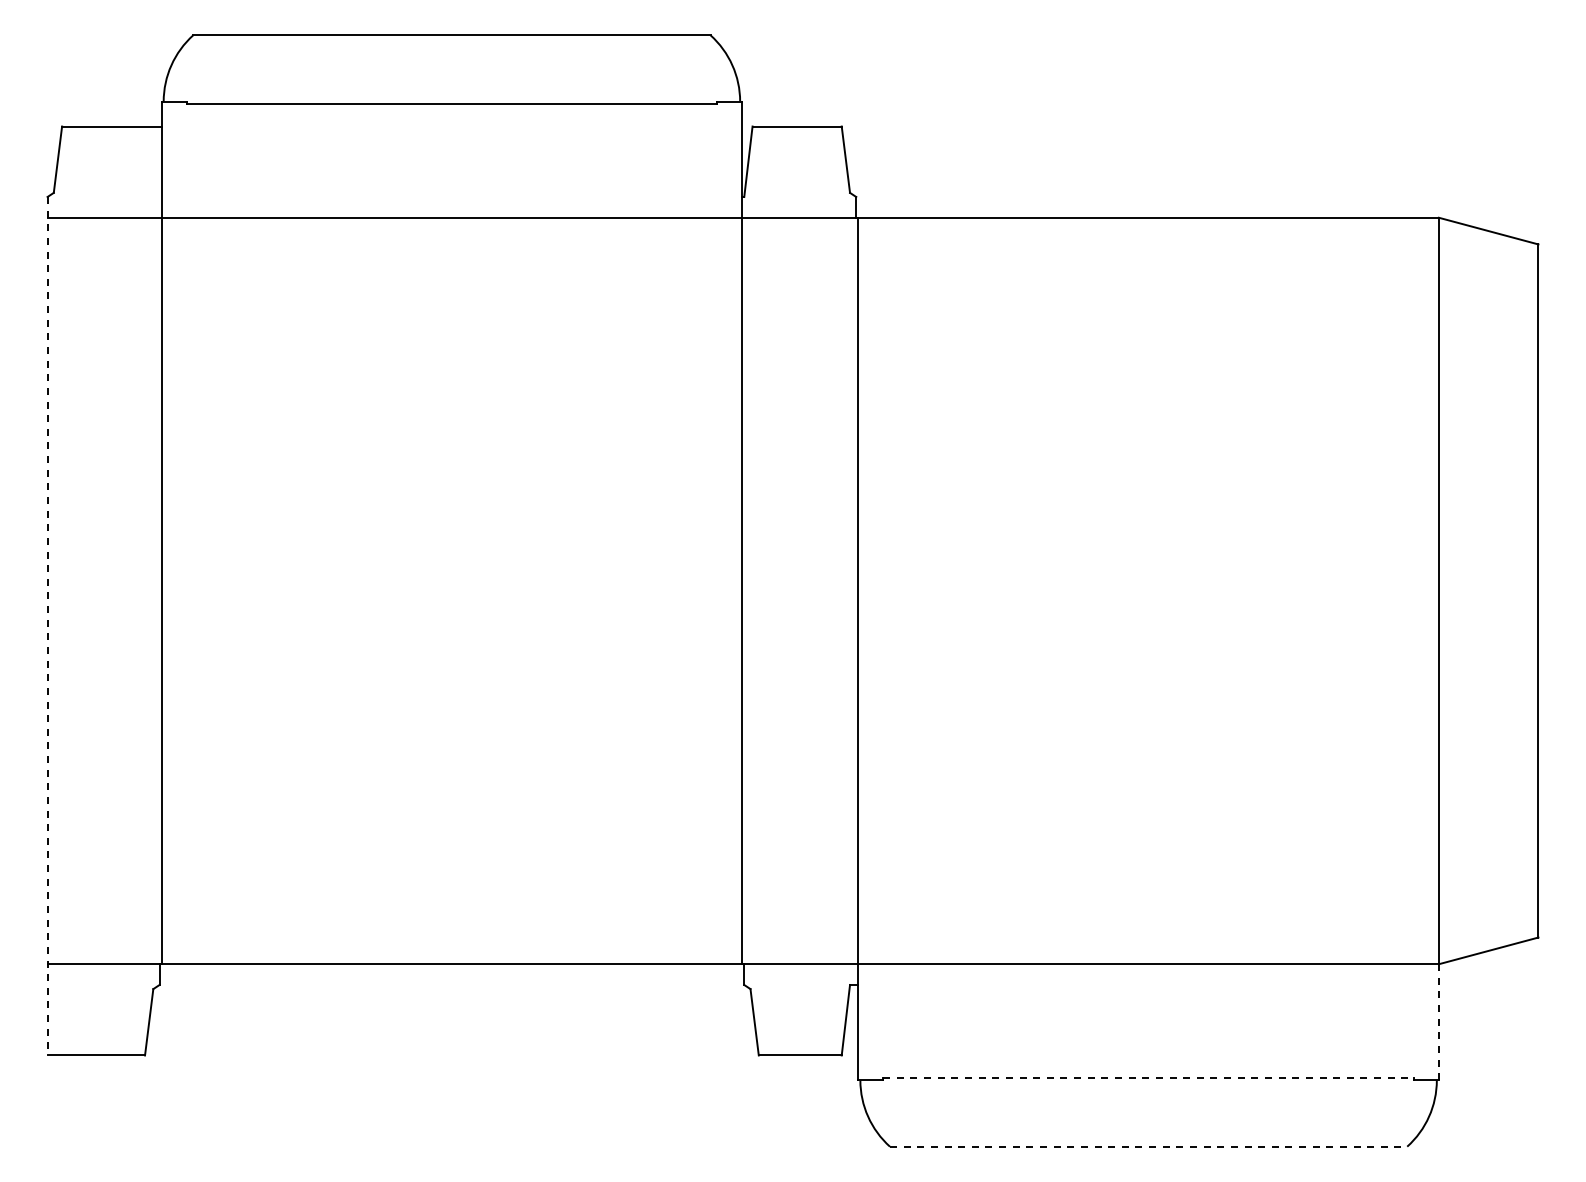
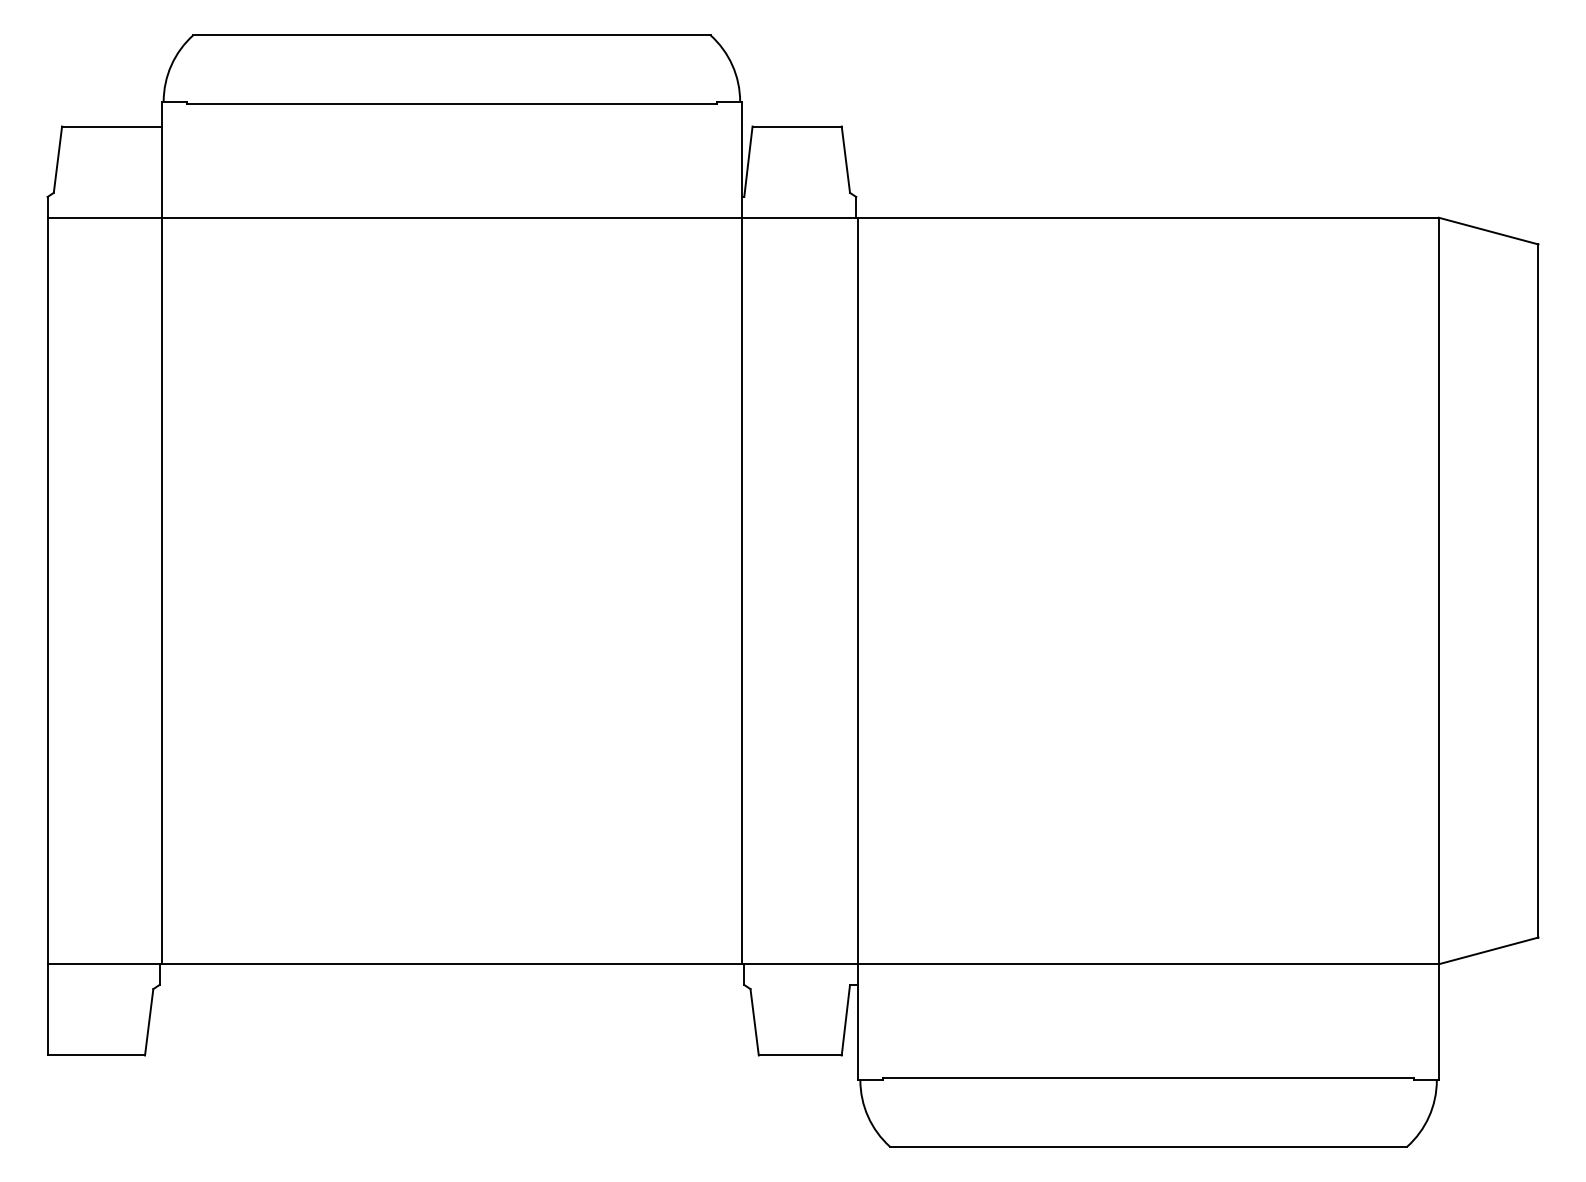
line at (47, 626): dashed -> solid
line at (1438, 1022): dashed -> solid
line at (1149, 1078): dashed -> solid
line at (1148, 1146): dashed -> solid
